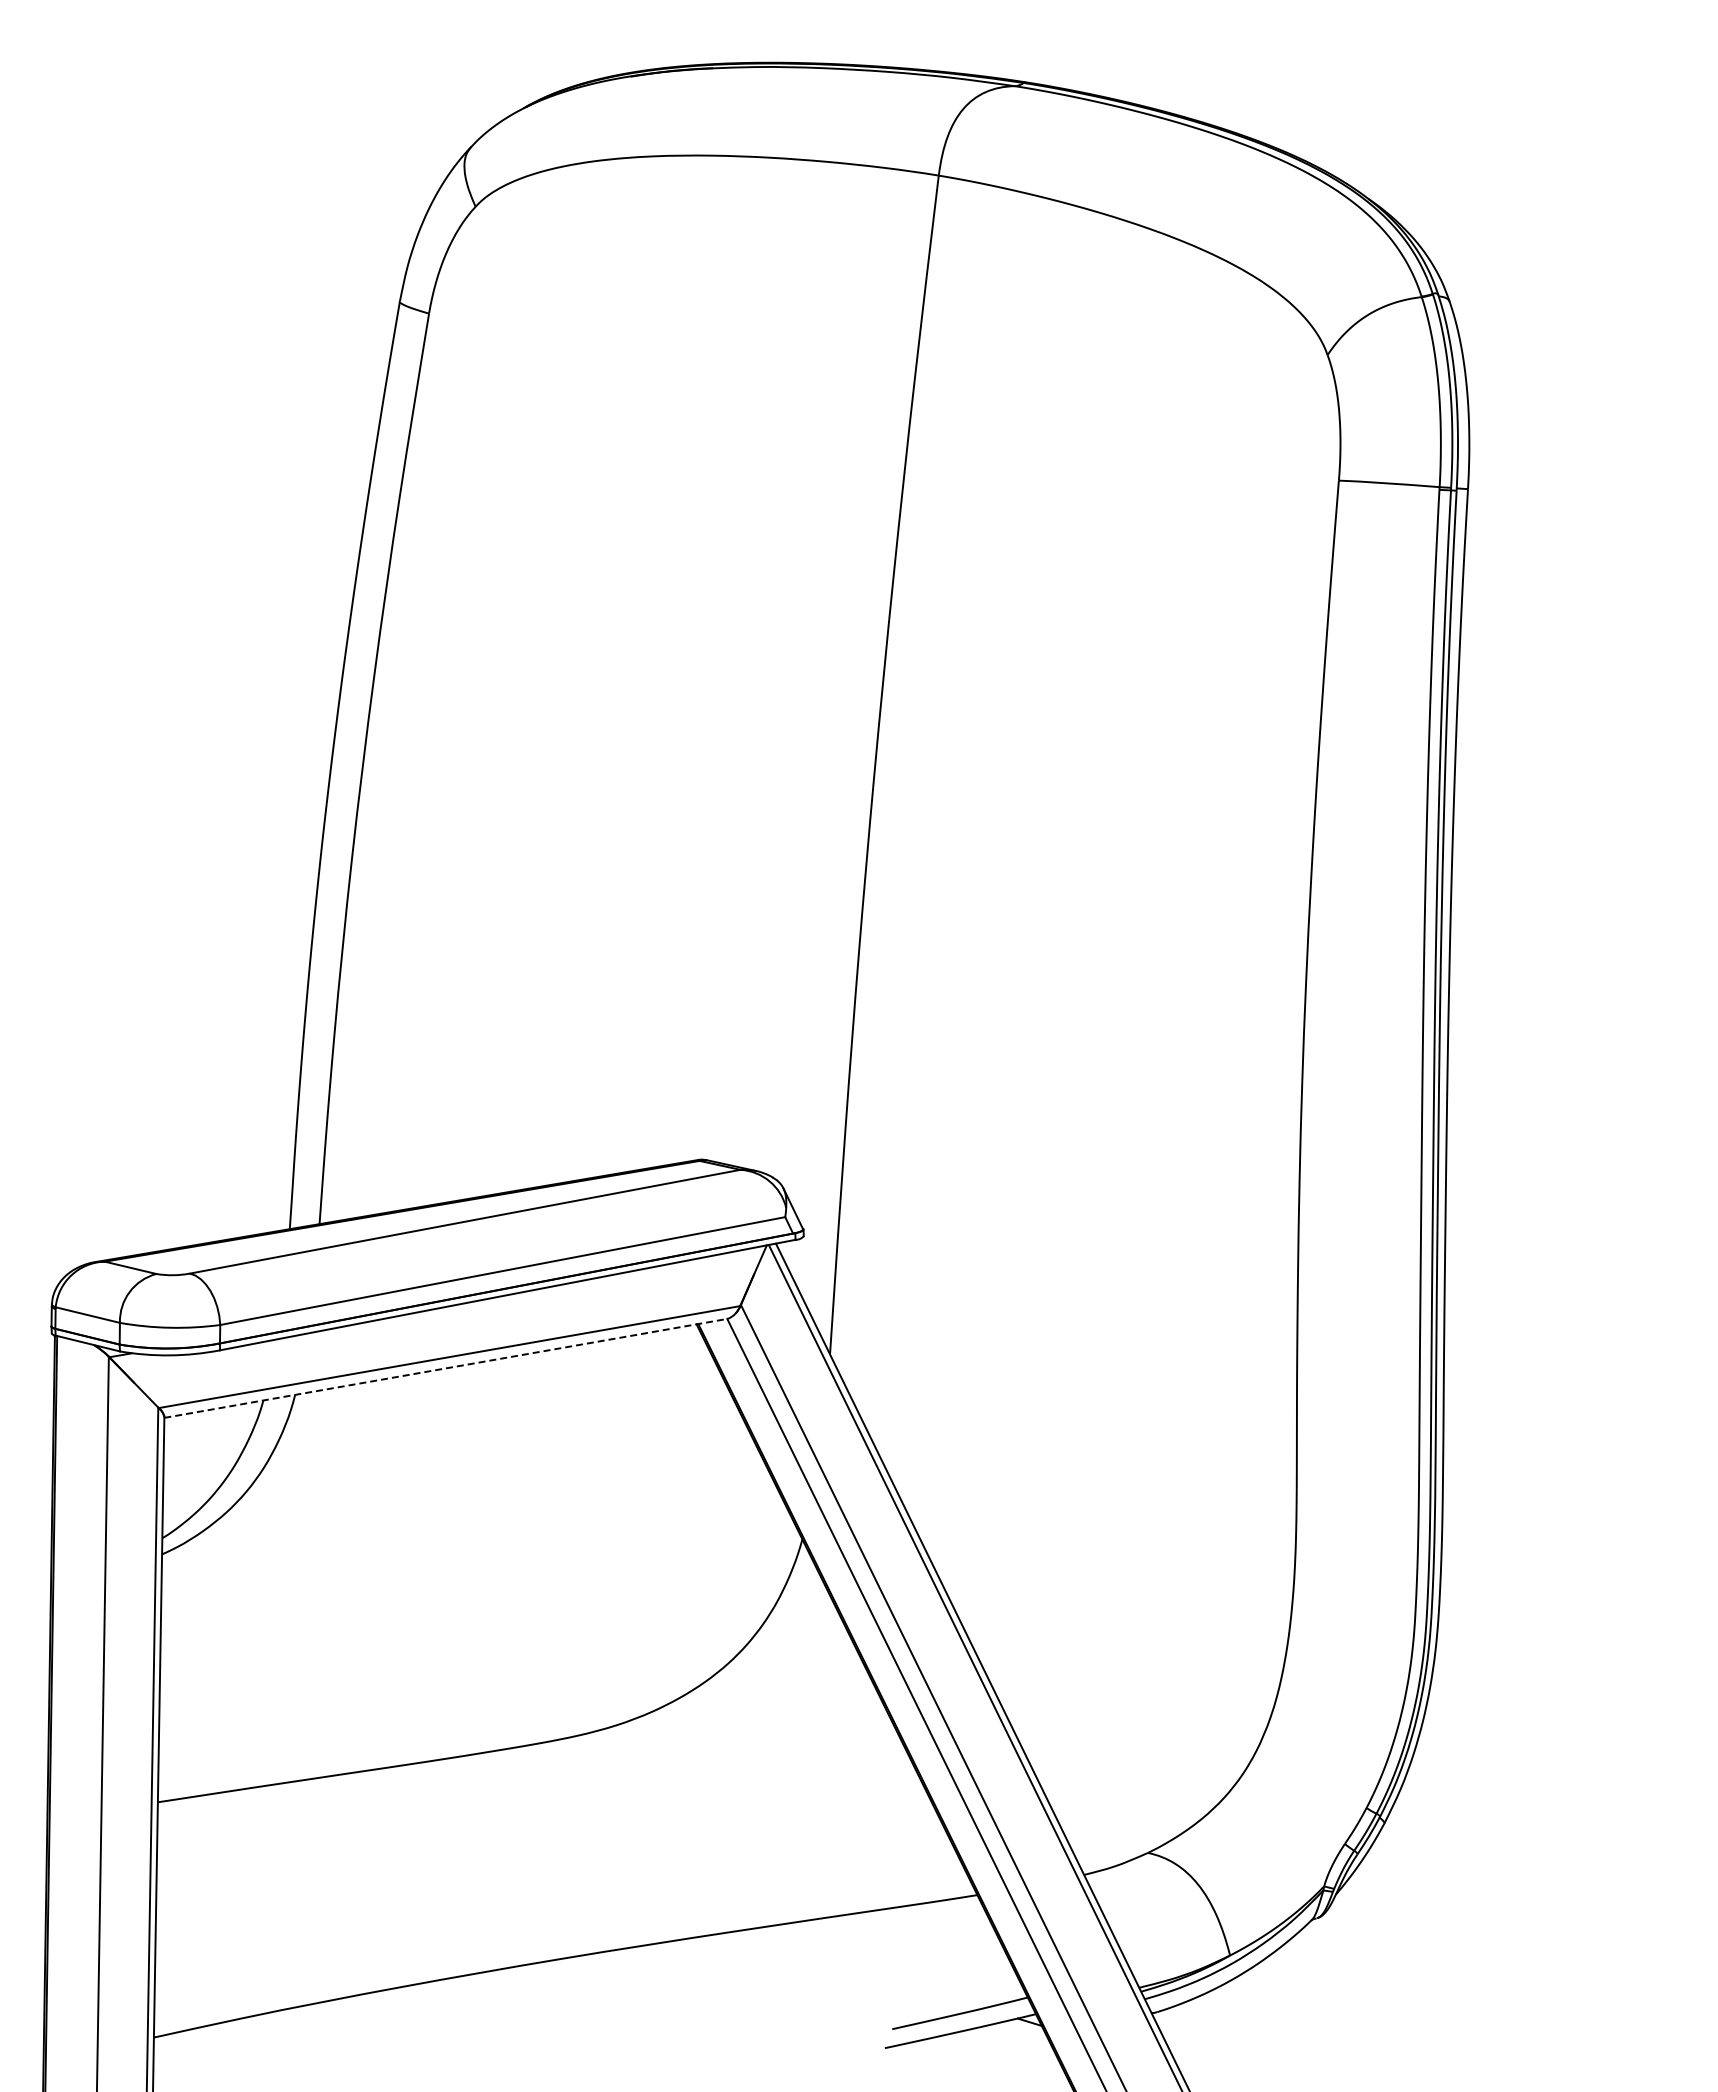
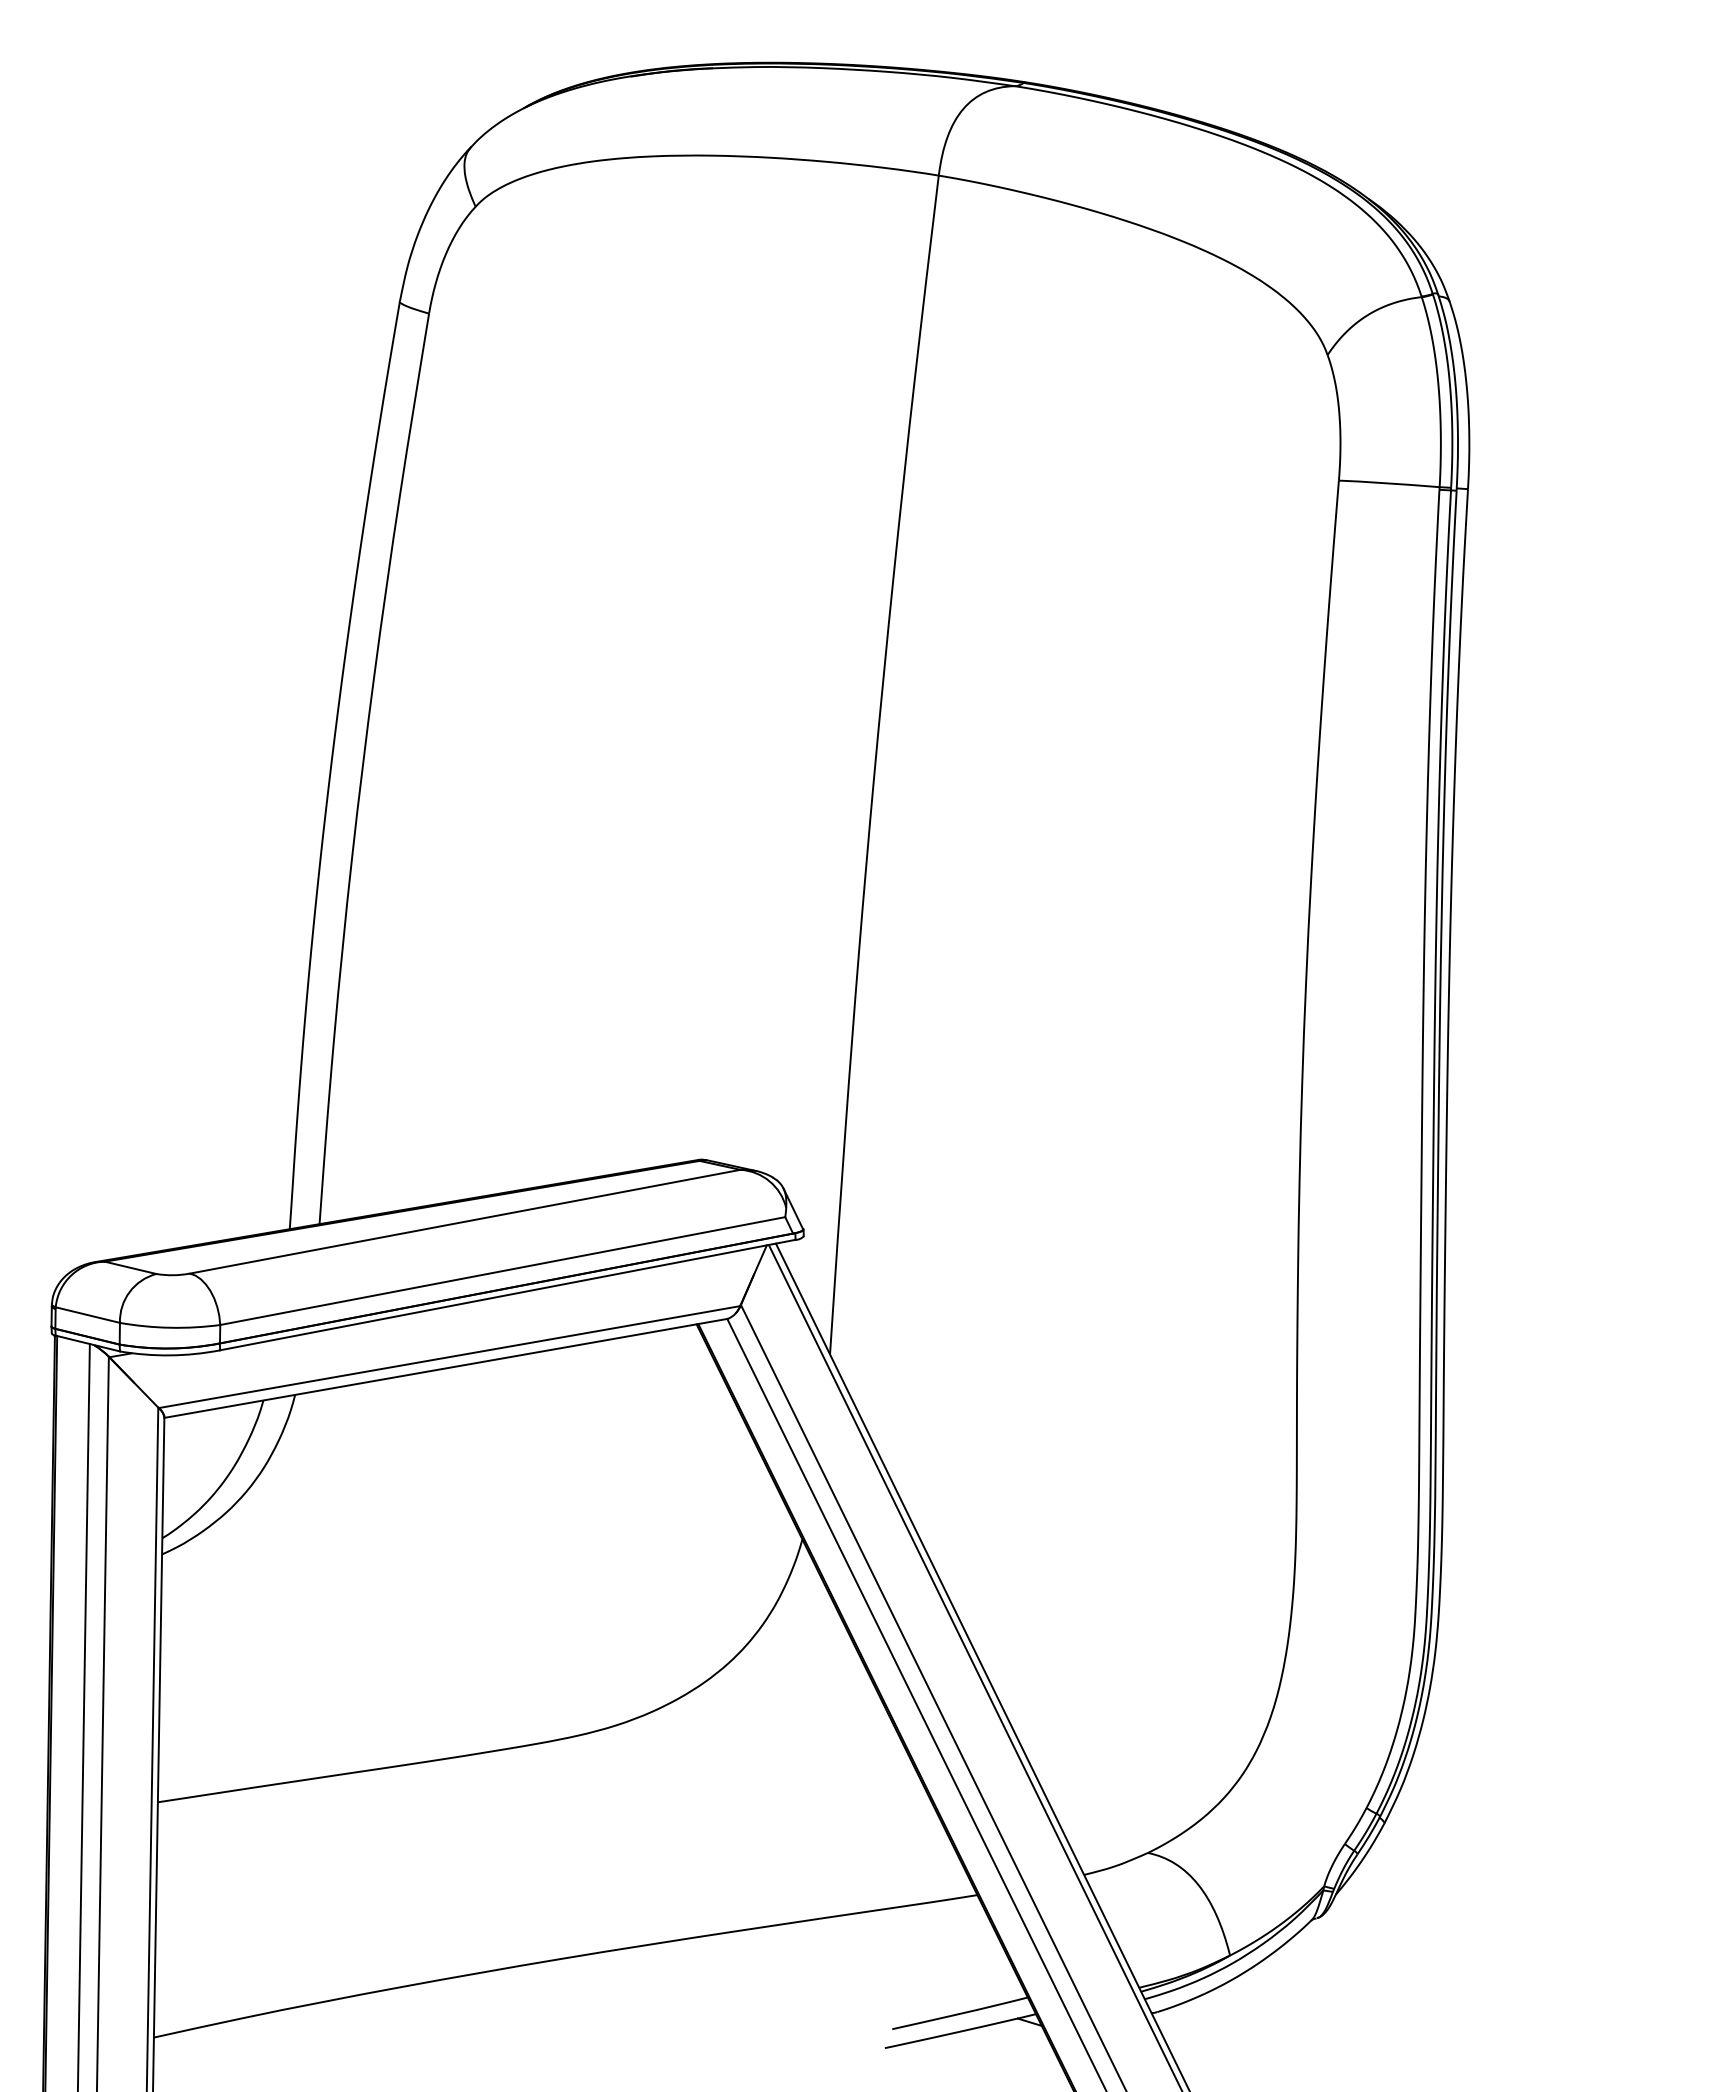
line at (446, 1368): dashed -> solid
line at (83, 1716): none -> present
